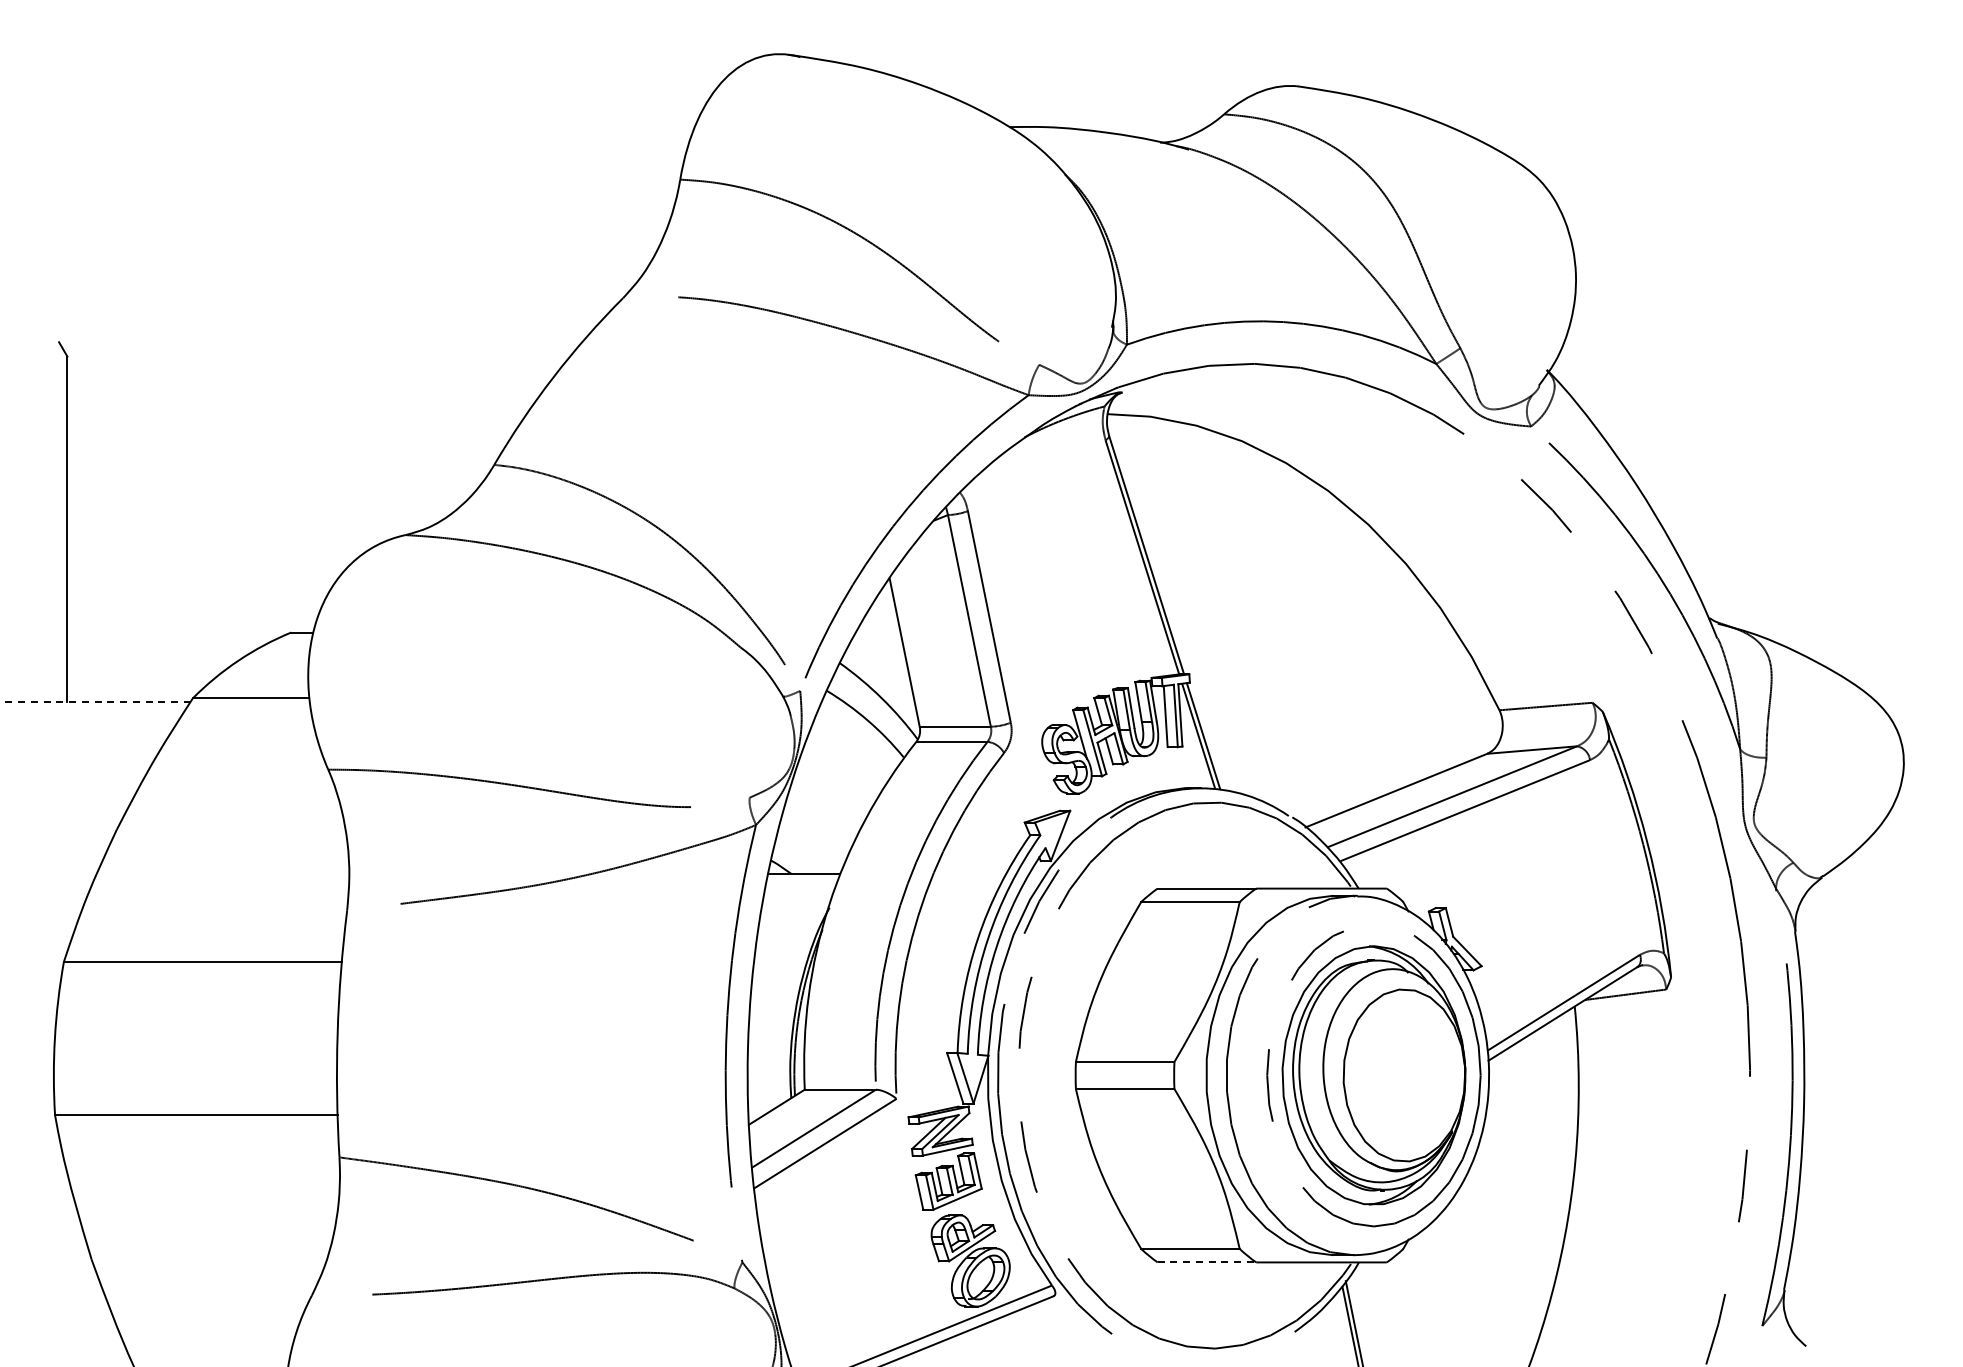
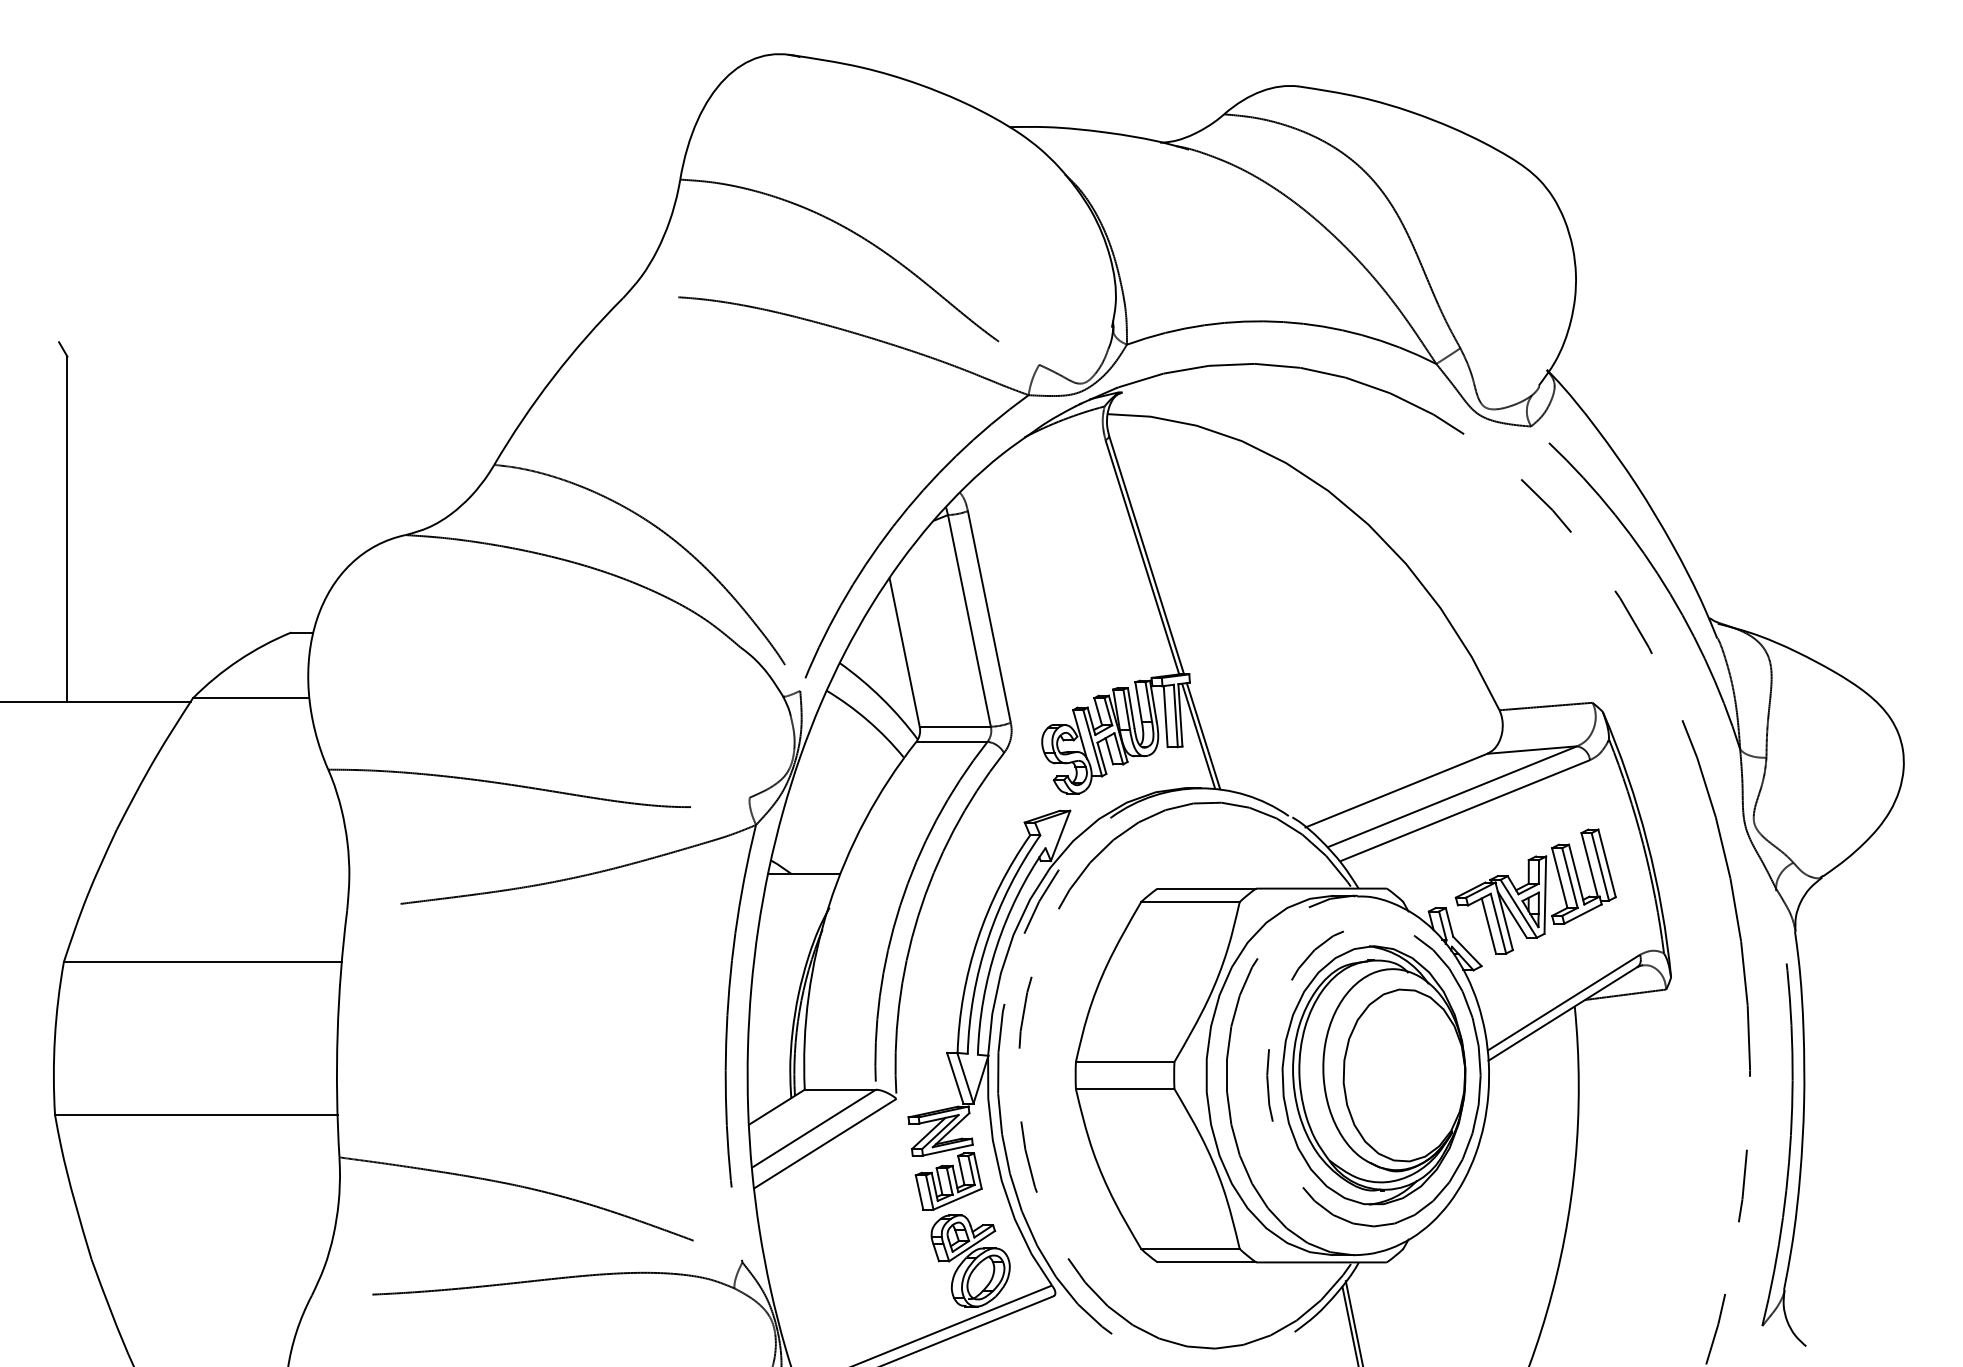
line at (95, 701): dashed -> solid
part at (1535, 891): none -> present
line at (1207, 1262): dashed -> solid
